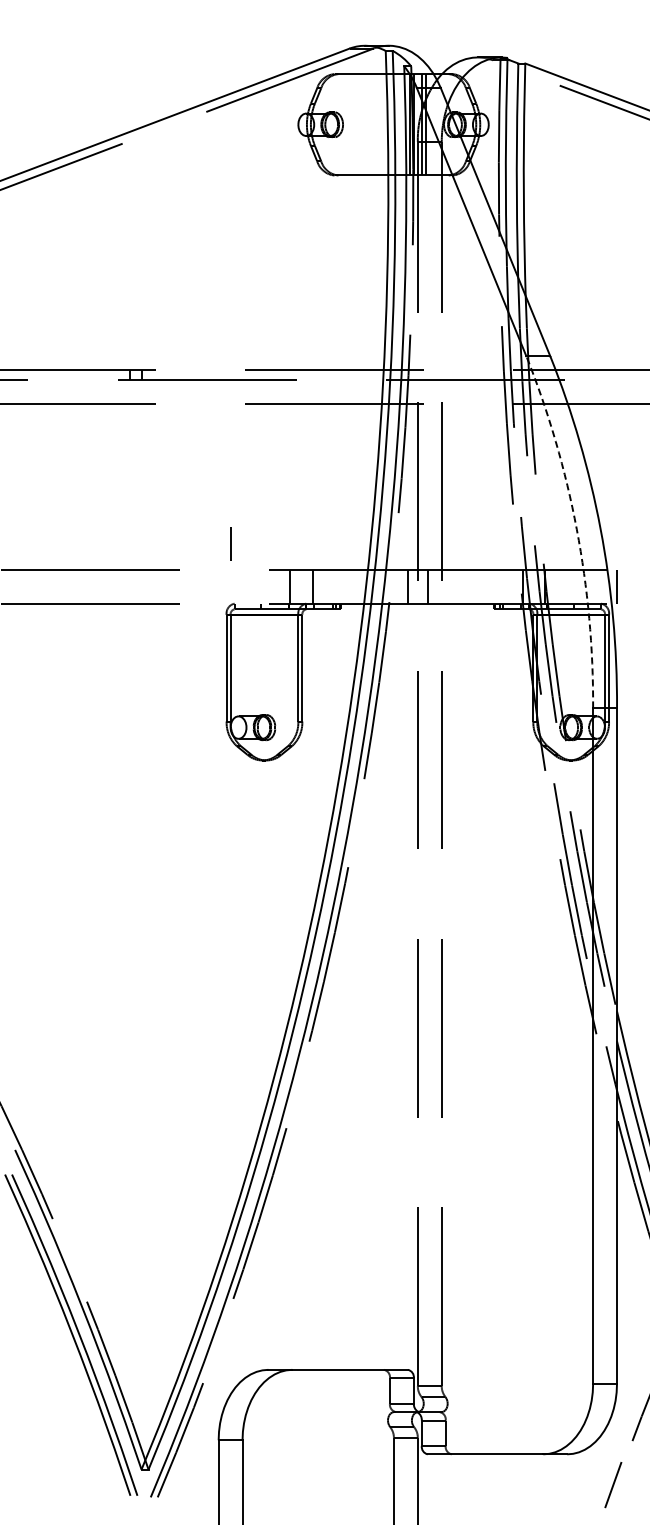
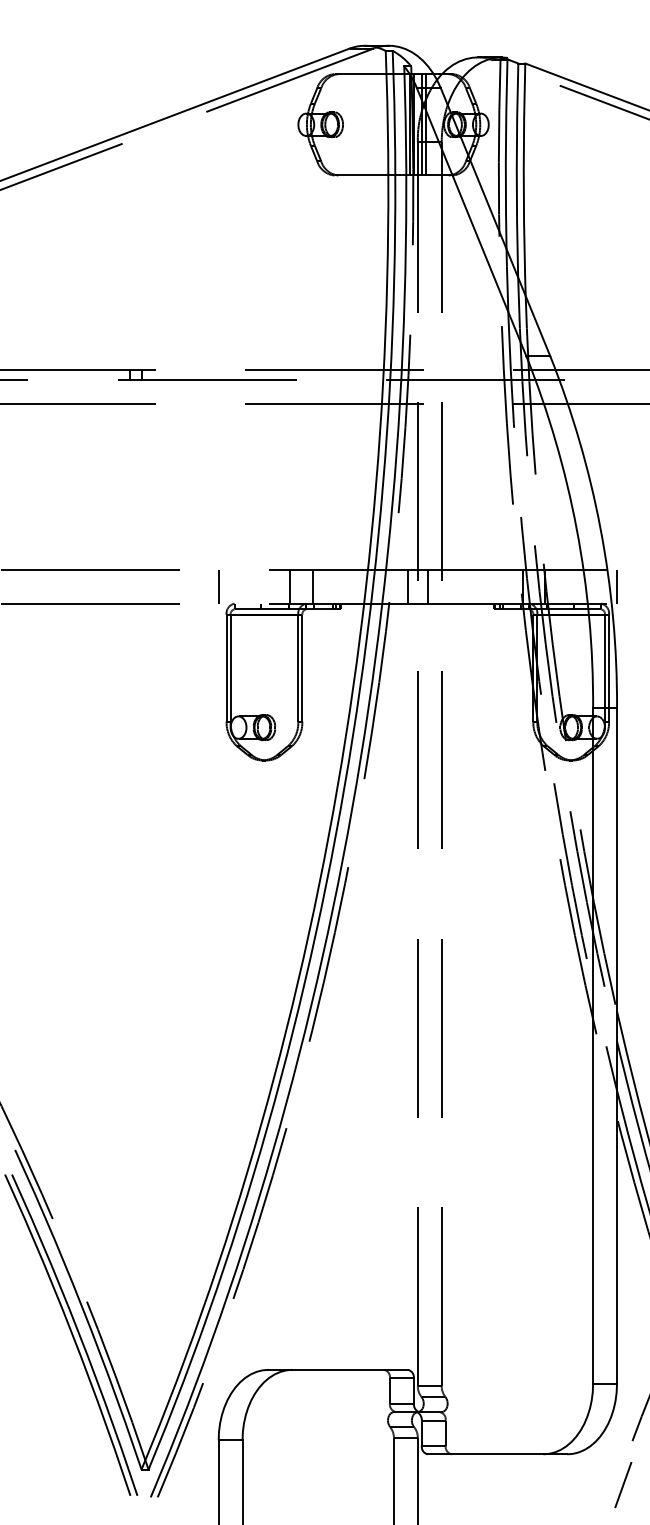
arc at (576, 529): dashed -> solid
line at (230, 543) position: (230, 543) -> (218, 586)
line at (613, 1485) position: (613, 1485) -> (623, 1485)
